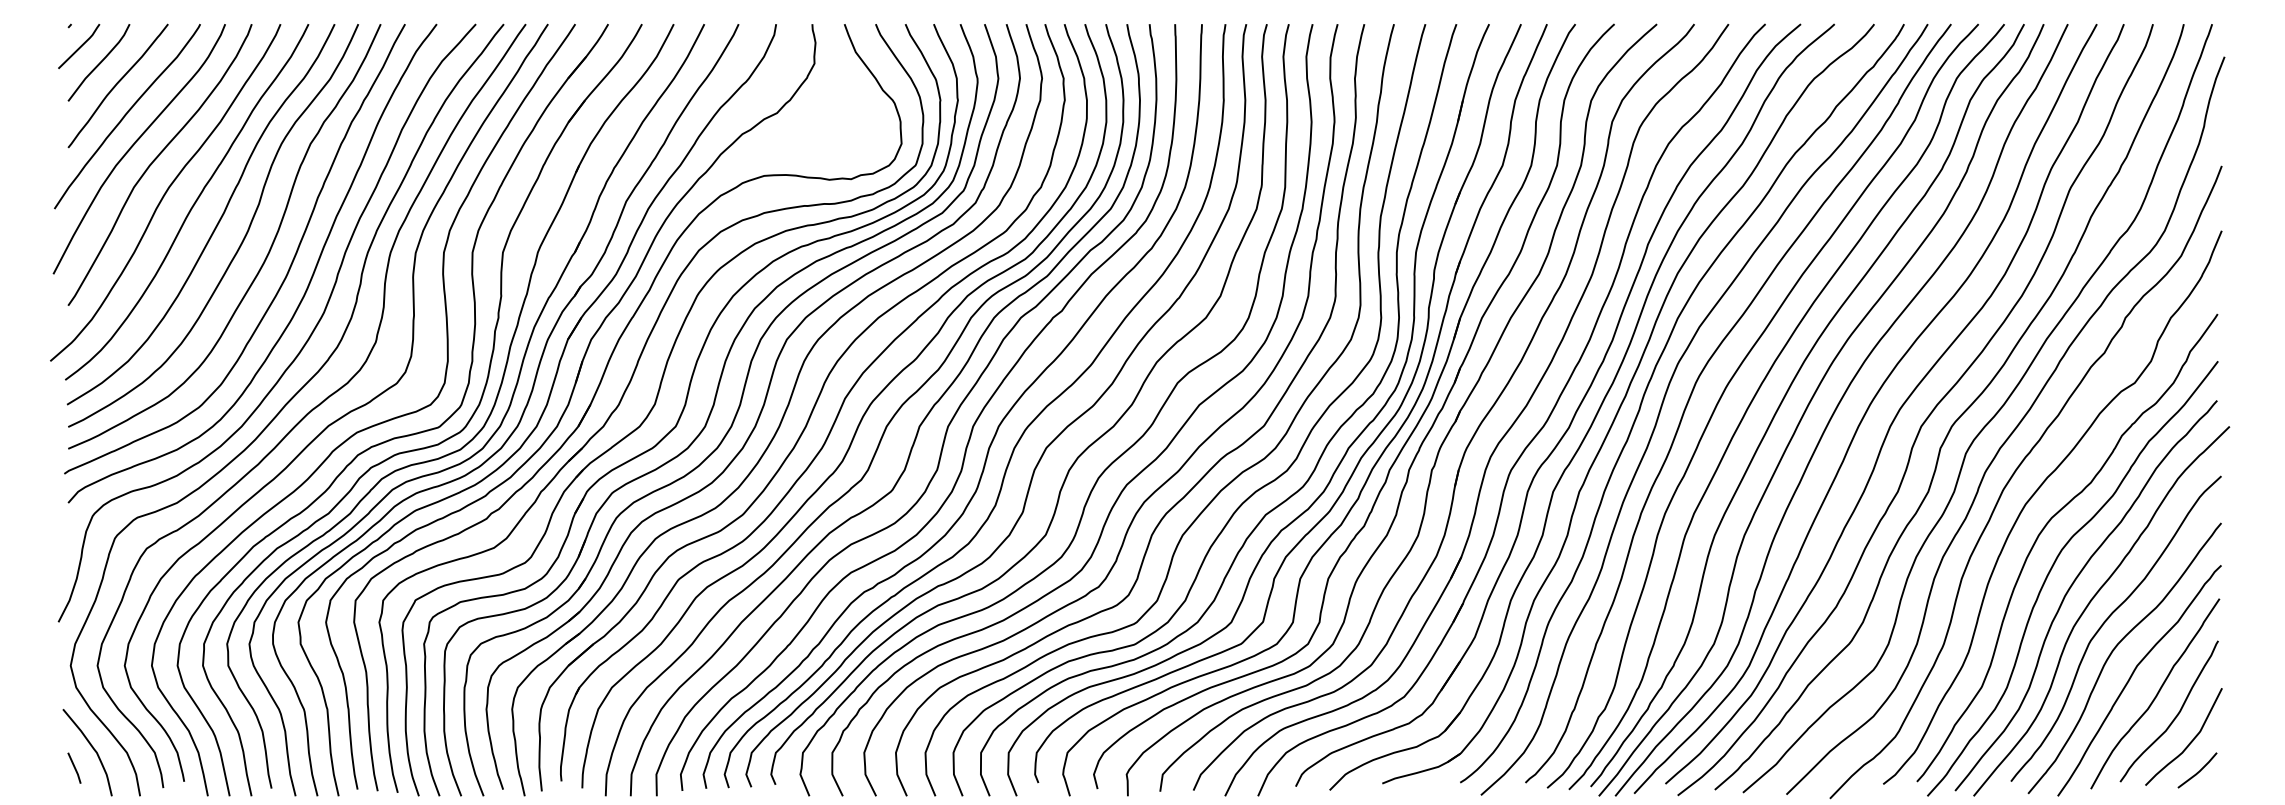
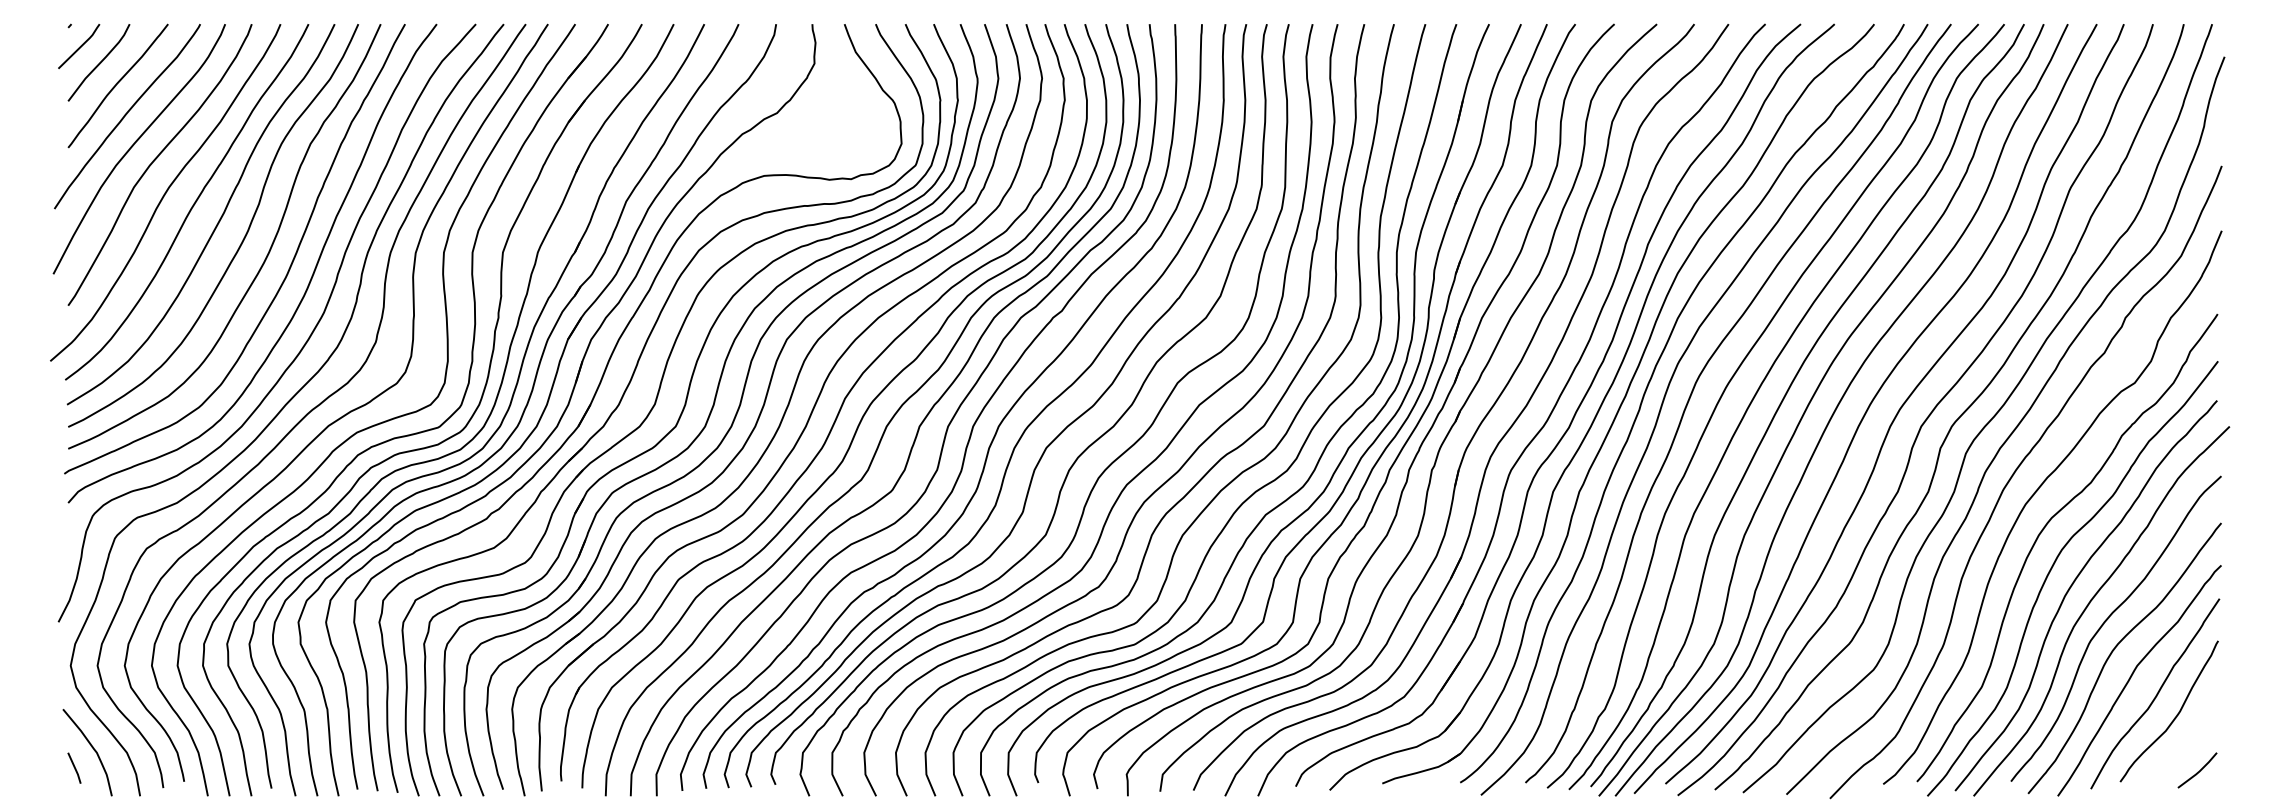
curve at (2189, 742): present -> none
